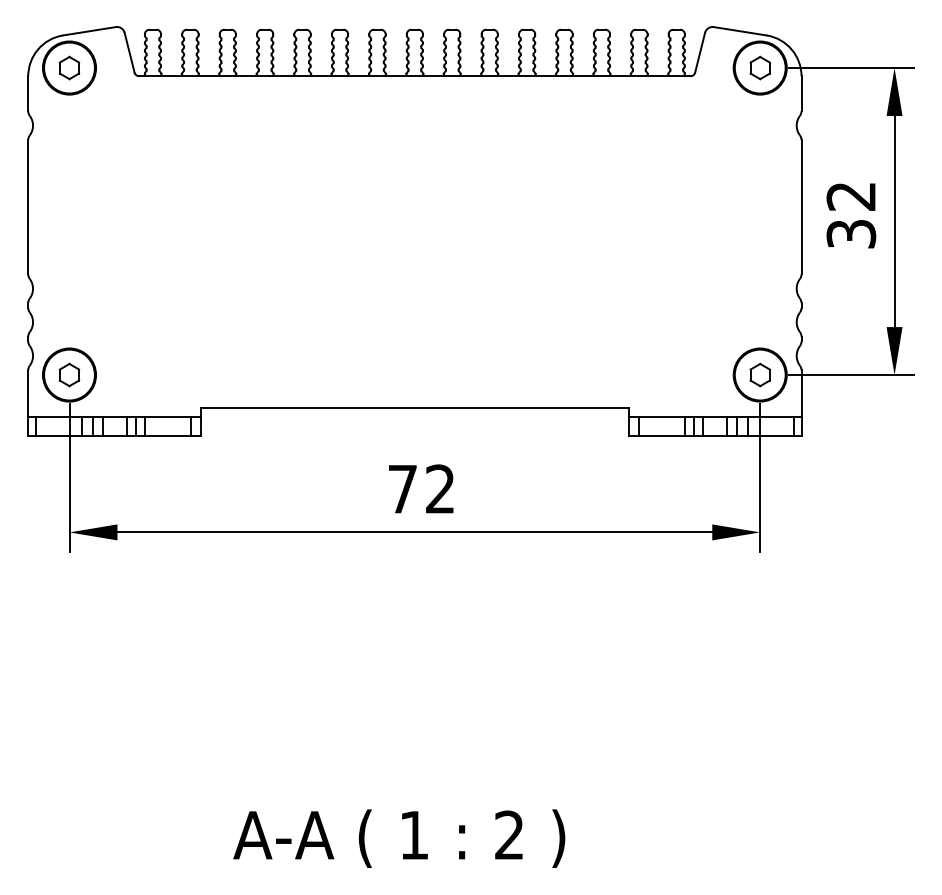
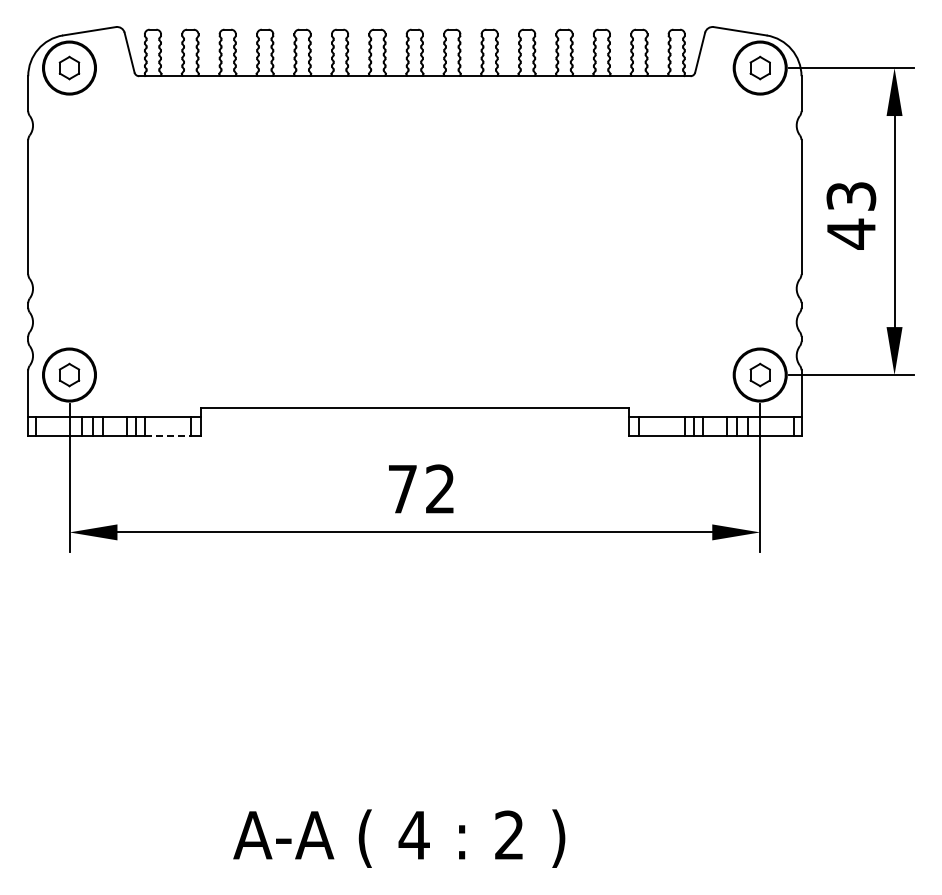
text at (851, 215): 32 -> 43
line at (168, 436): solid -> dashed
text at (413, 835): 1 -> 4
